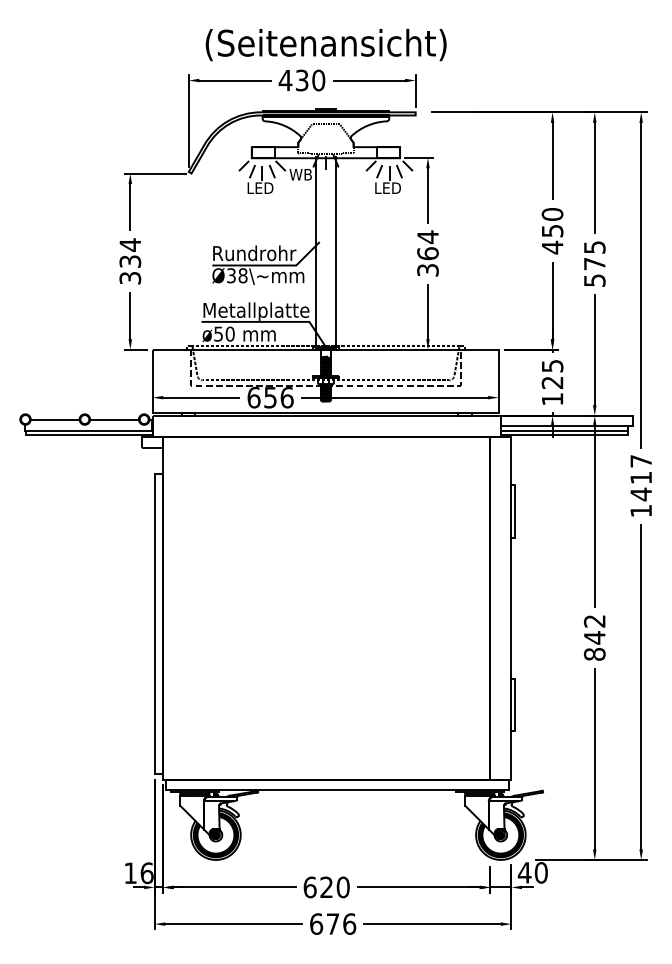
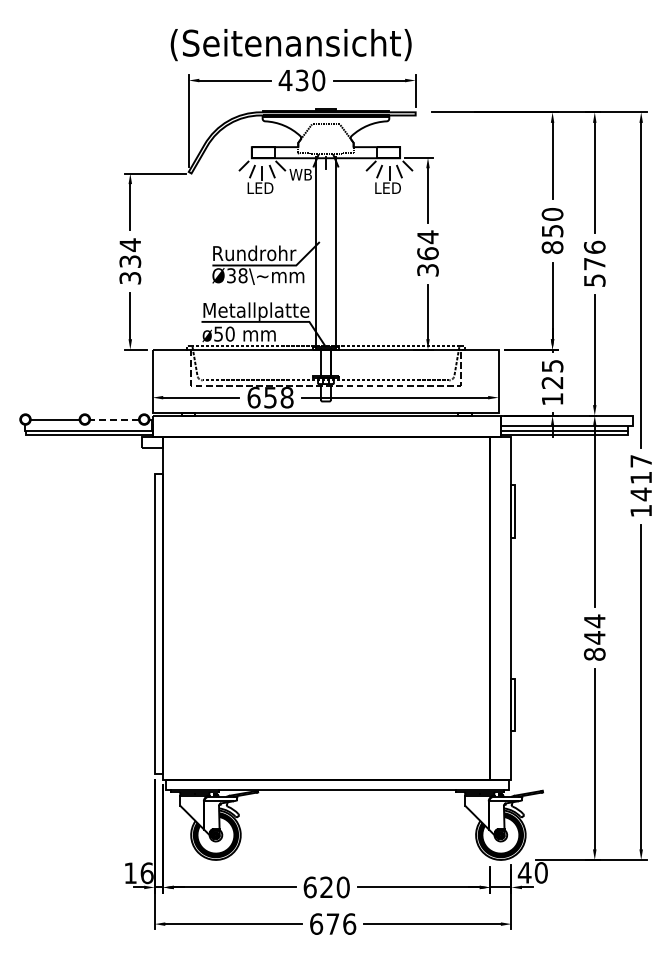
text at (325, 45) position: (325, 45) -> (290, 45)
text at (594, 246): 575 -> 576
text at (552, 247): 450 -> 850
hatch at (325, 366): present -> none
hatch at (325, 392): present -> none
text at (286, 397): 656 -> 658
line at (114, 419): solid -> dashed
text at (594, 621): 842 -> 844
